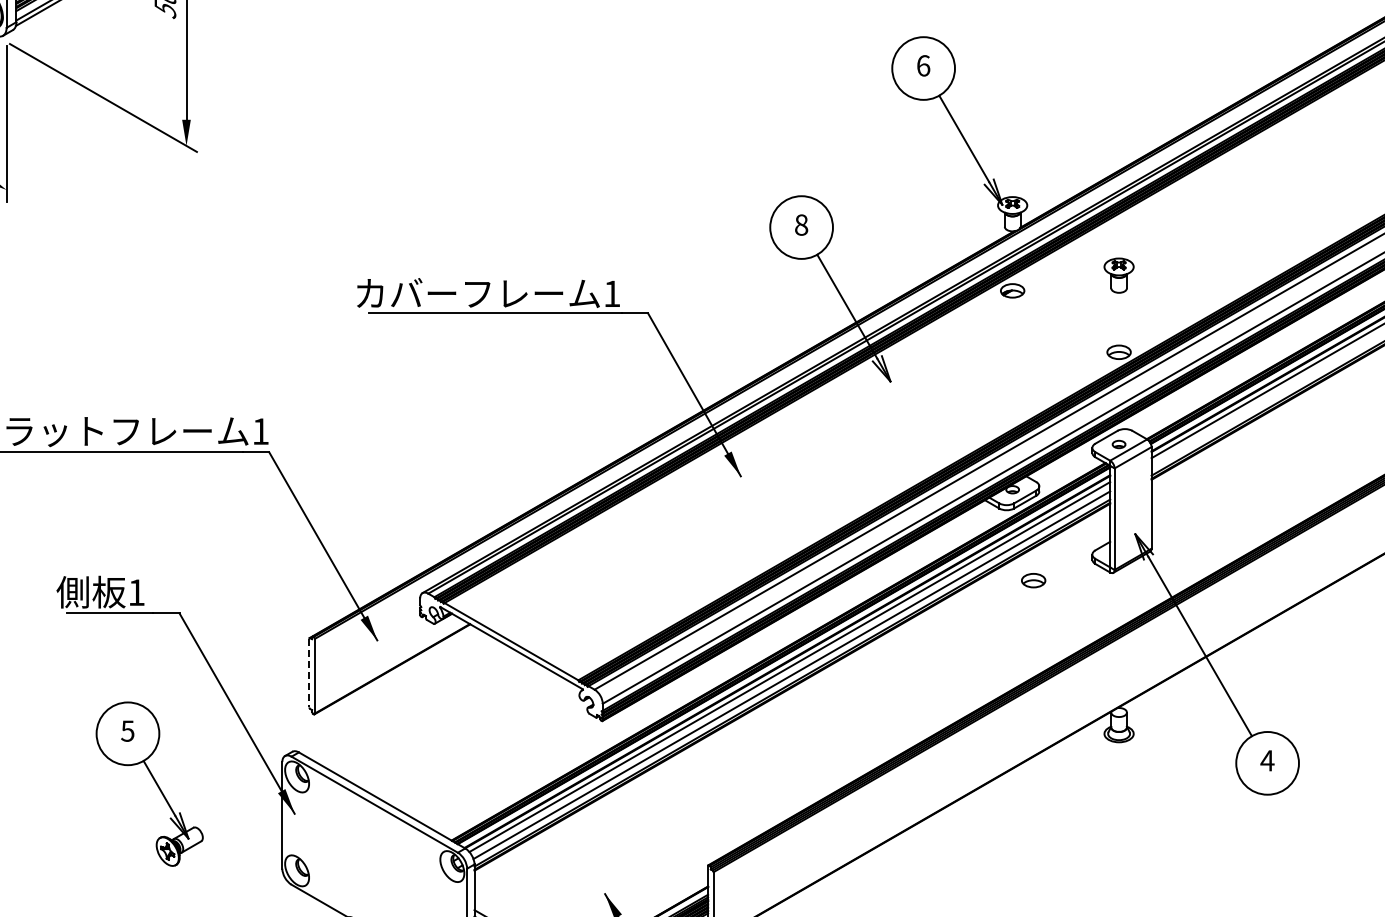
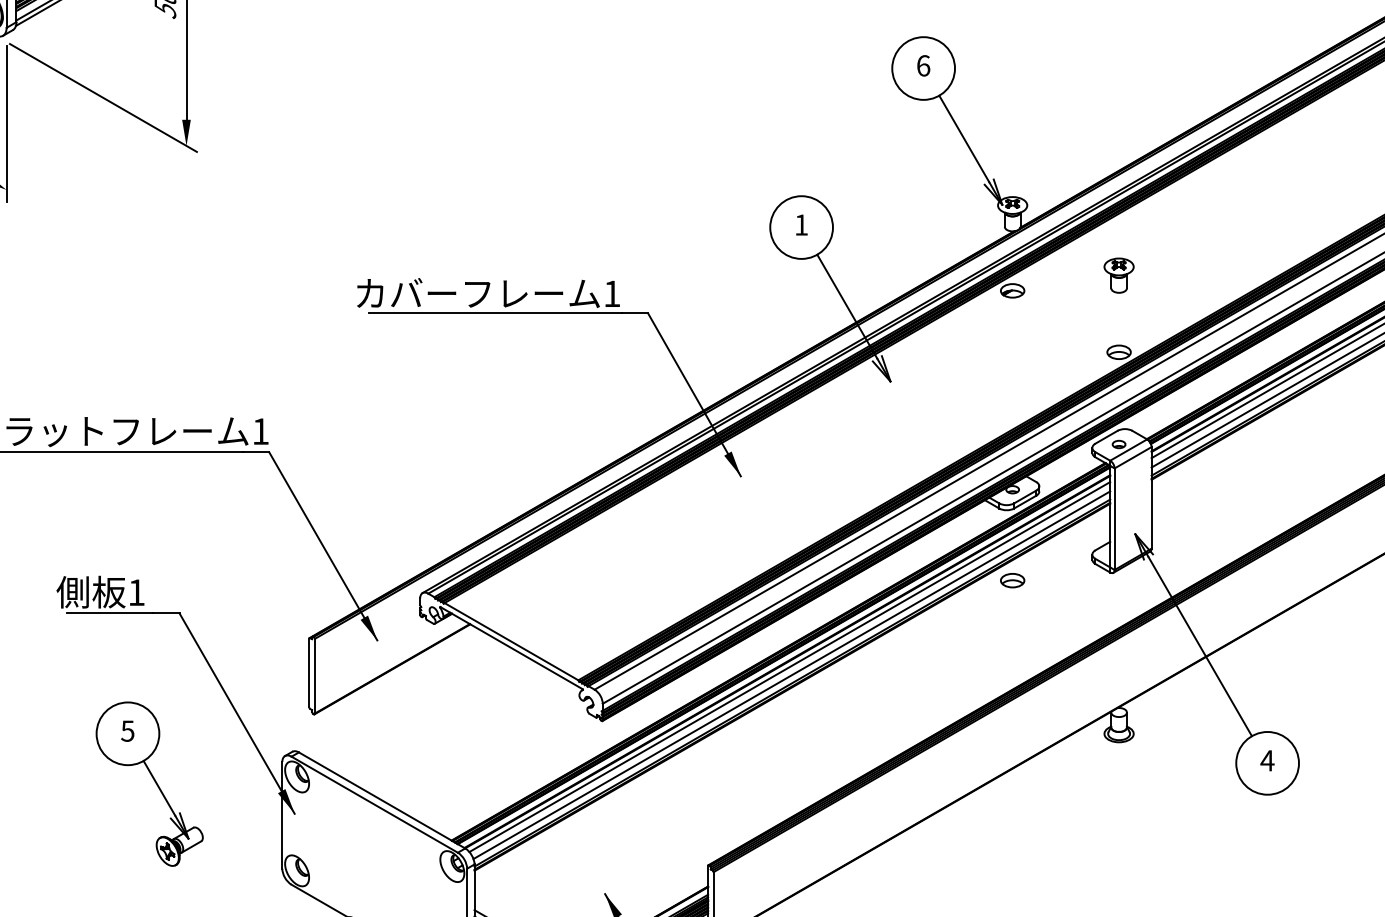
text at (801, 224): 8 -> 1
line at (1266, 400): none -> present
part at (1033, 580) position: (1033, 580) -> (1012, 580)
line at (309, 673): dashed -> solid
